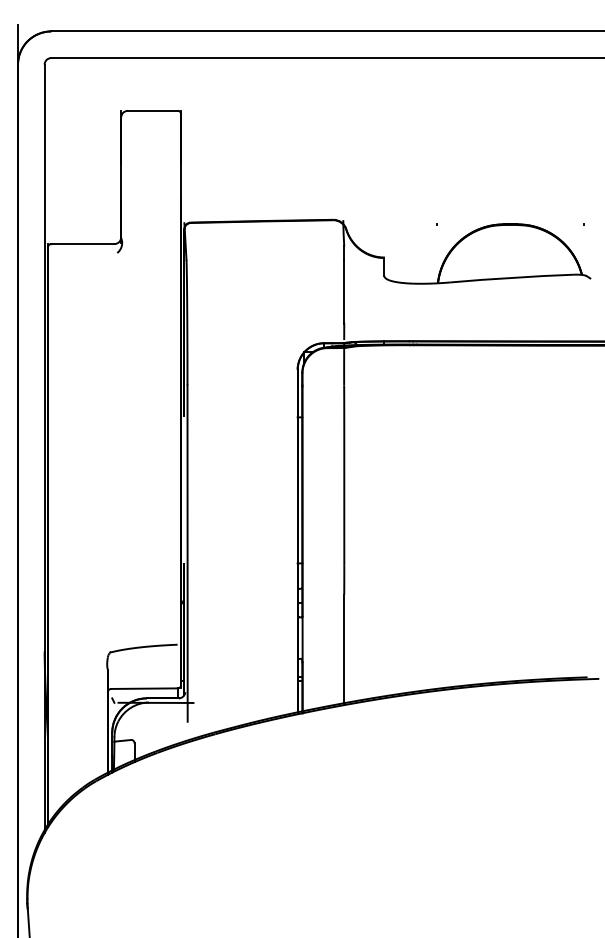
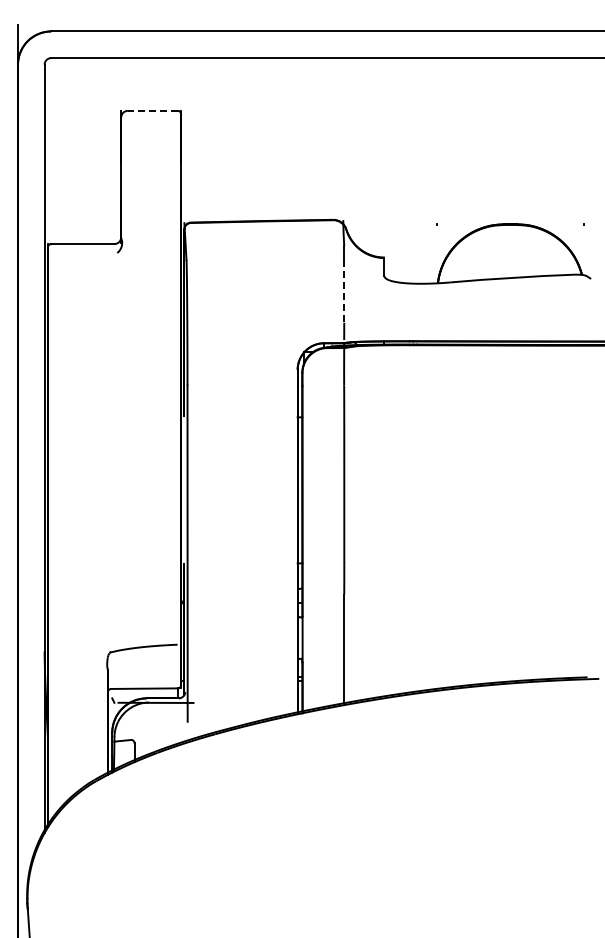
line at (152, 110): solid -> dashed
line at (344, 292): solid -> dashed
